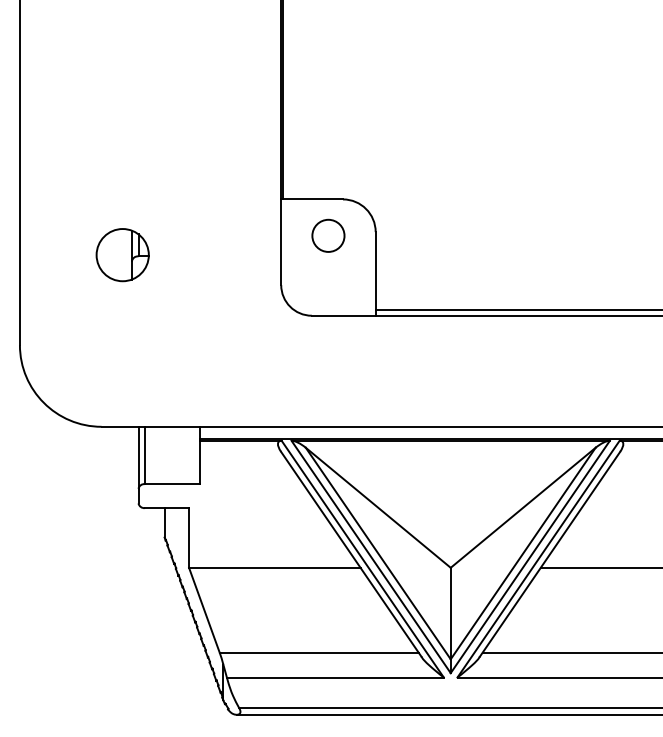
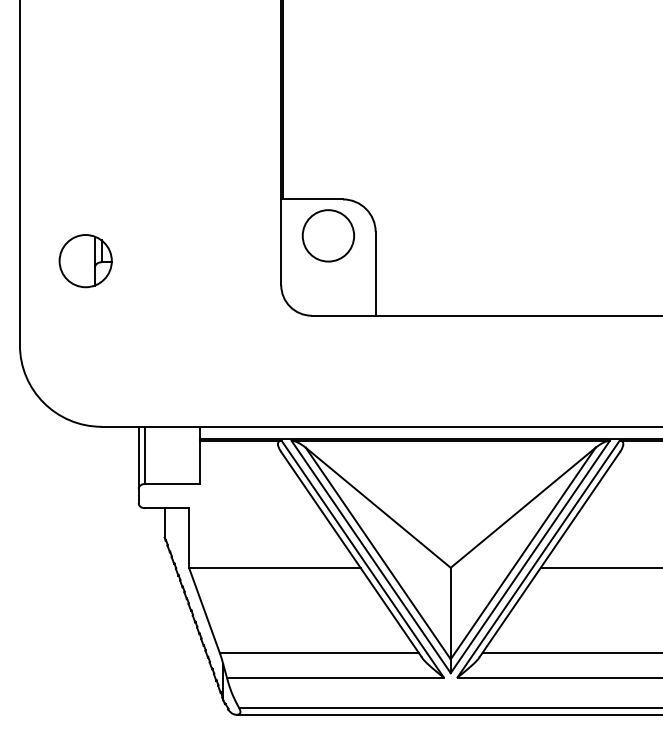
circle at (328, 235) diameter: 32 px -> 51 px
part at (122, 255) position: (122, 255) -> (85, 261)
line at (517, 309): present -> none
